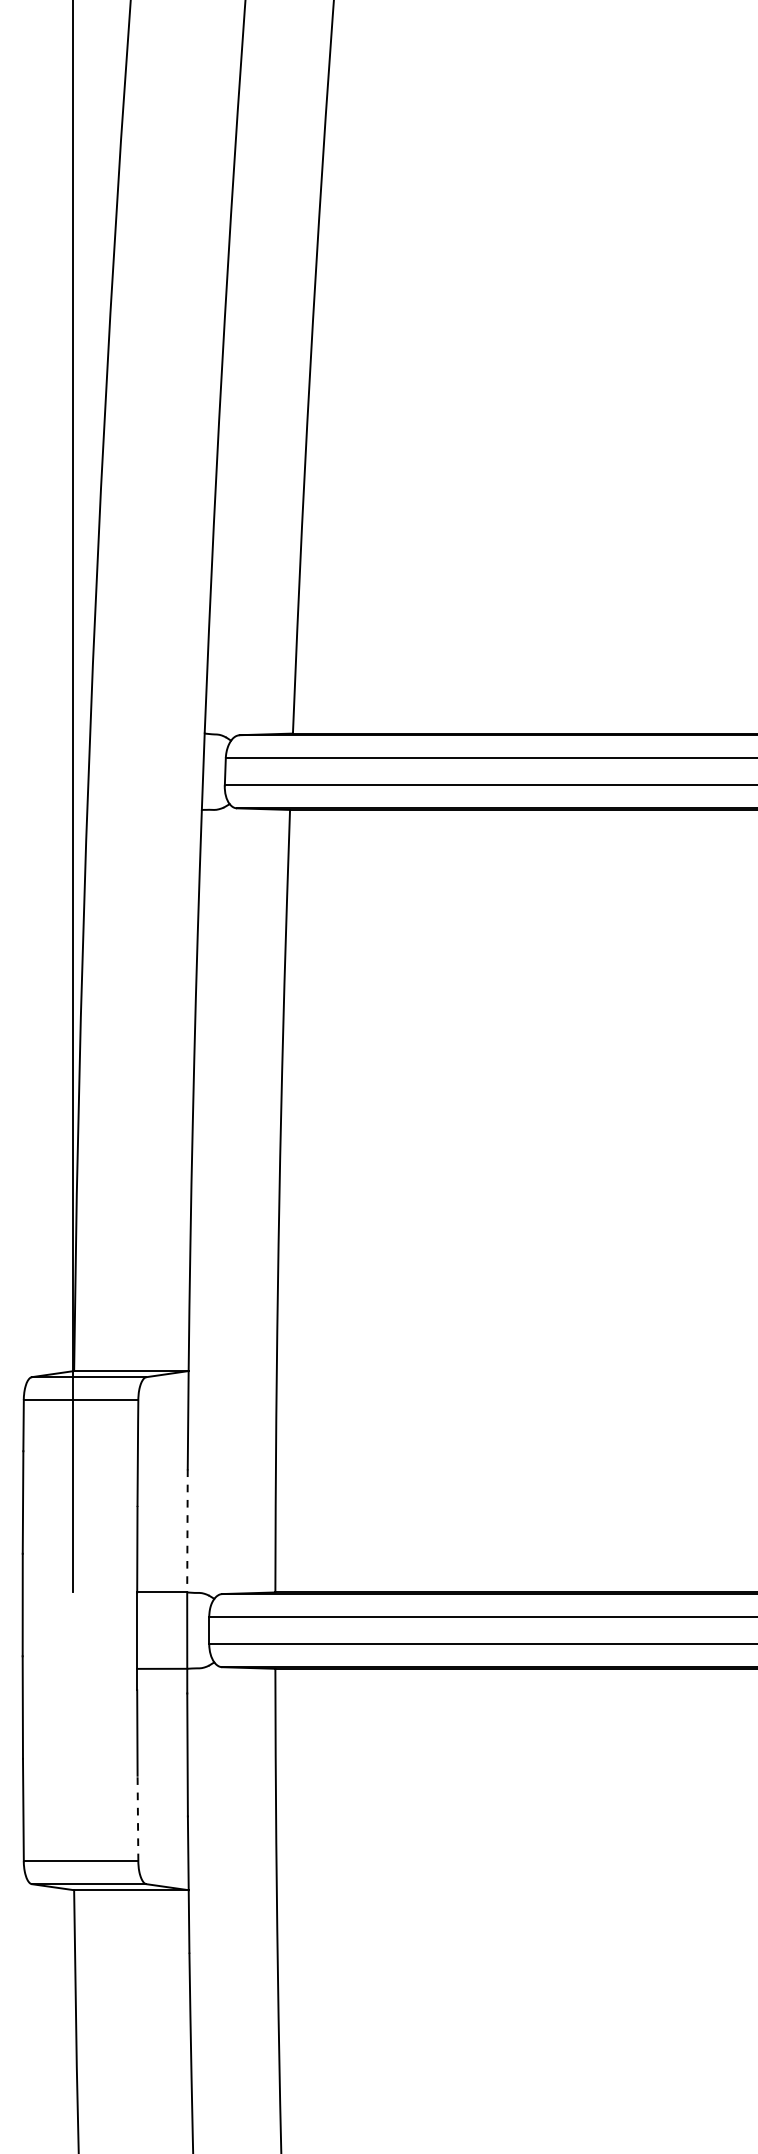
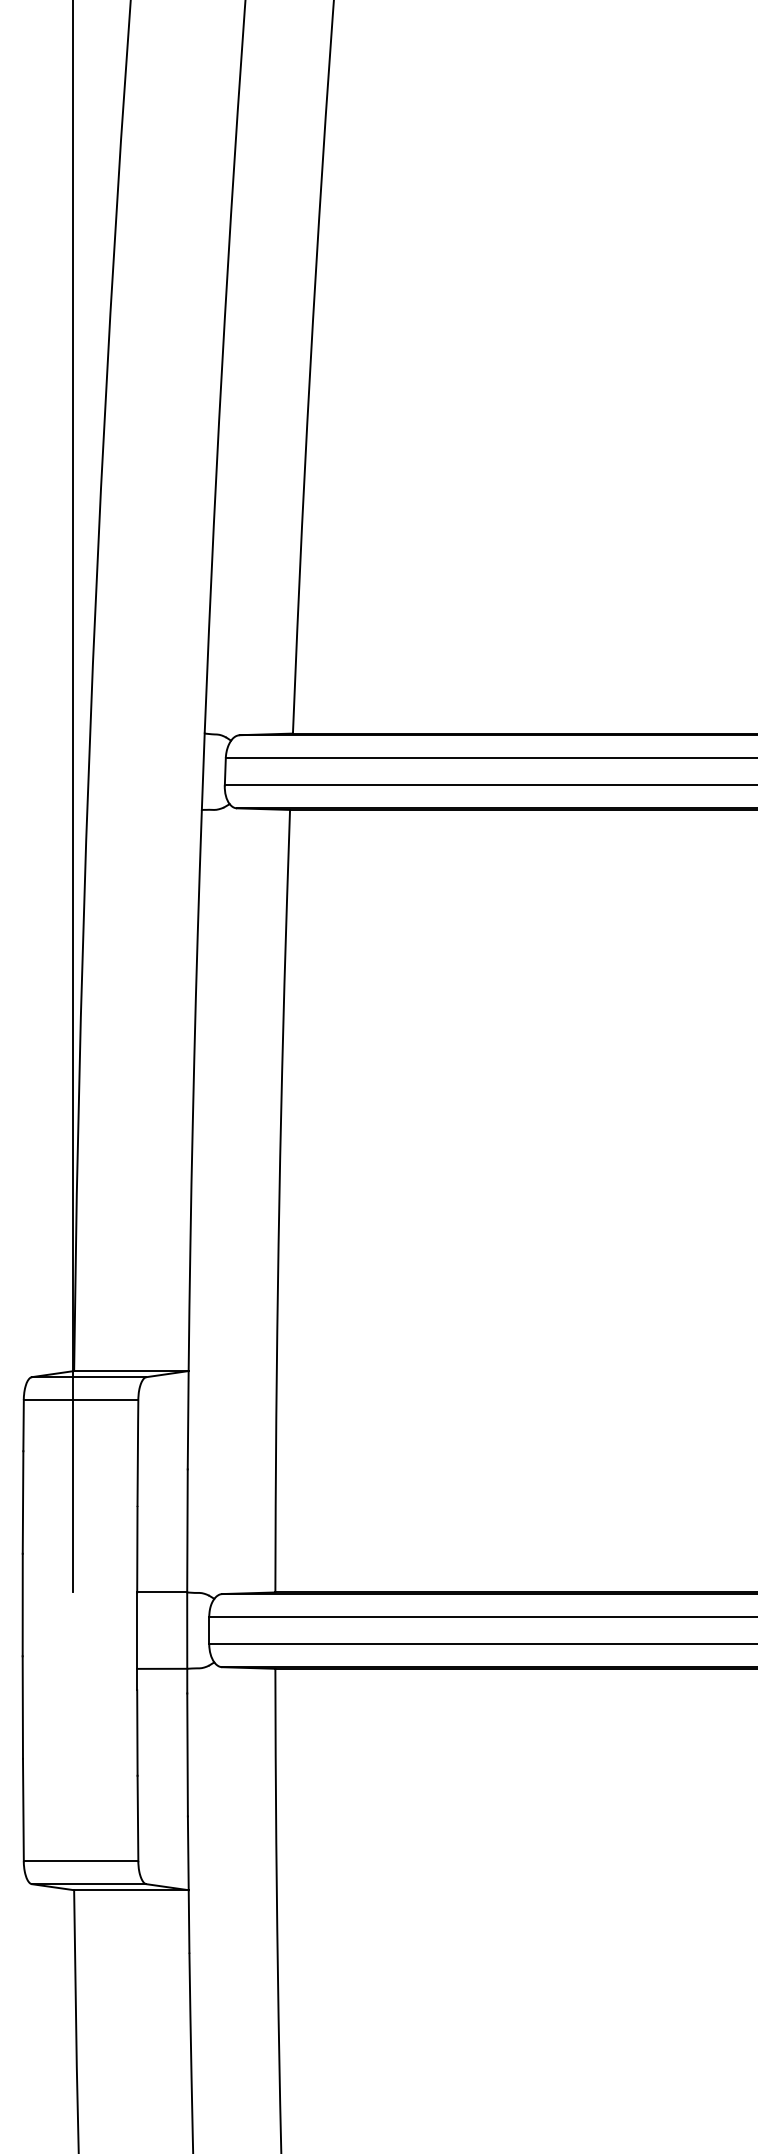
line at (187, 1530): dashed -> solid
line at (137, 1818): dashed -> solid
